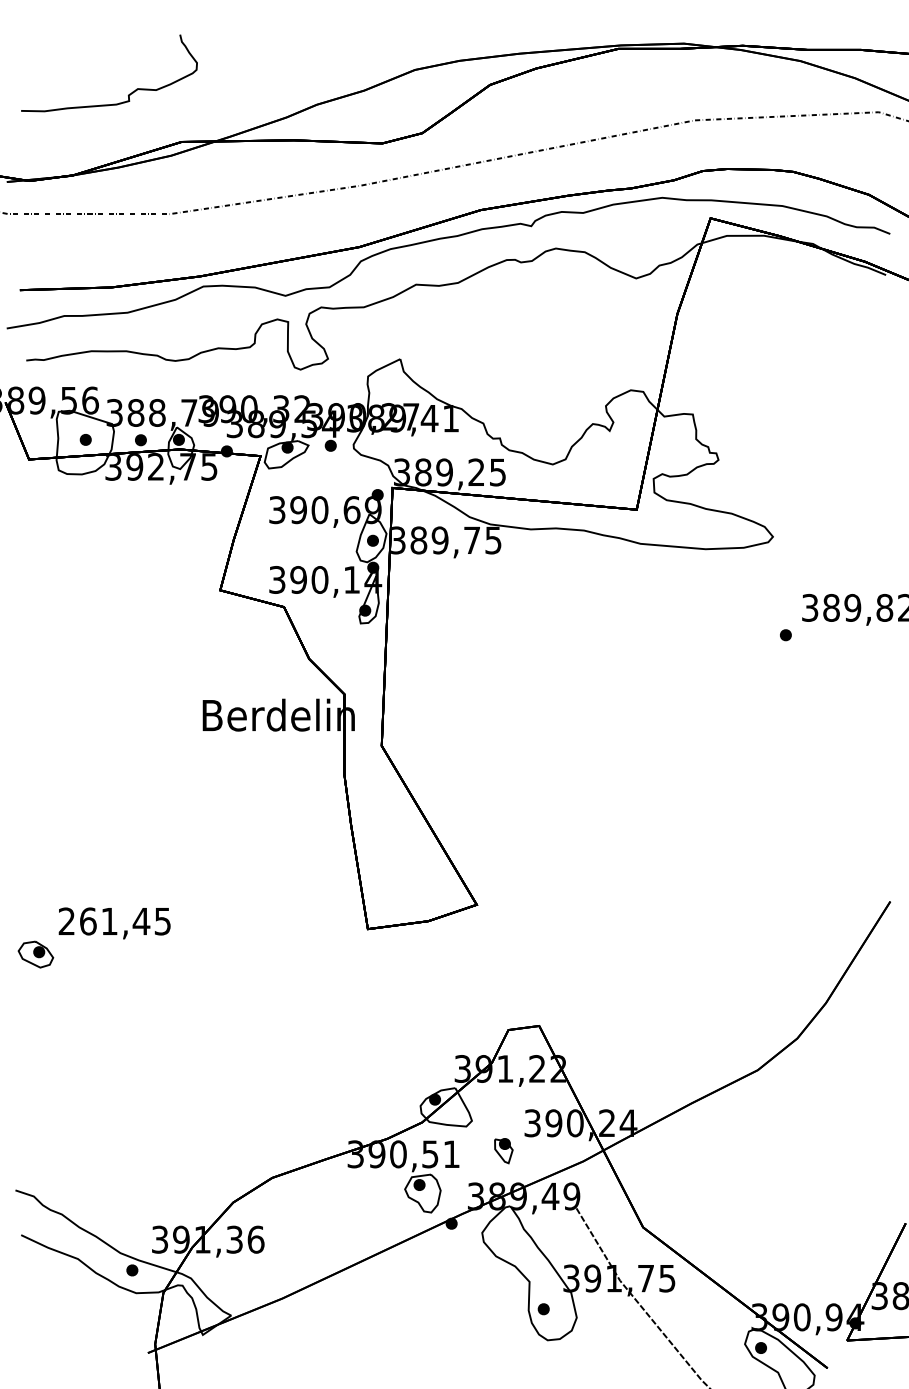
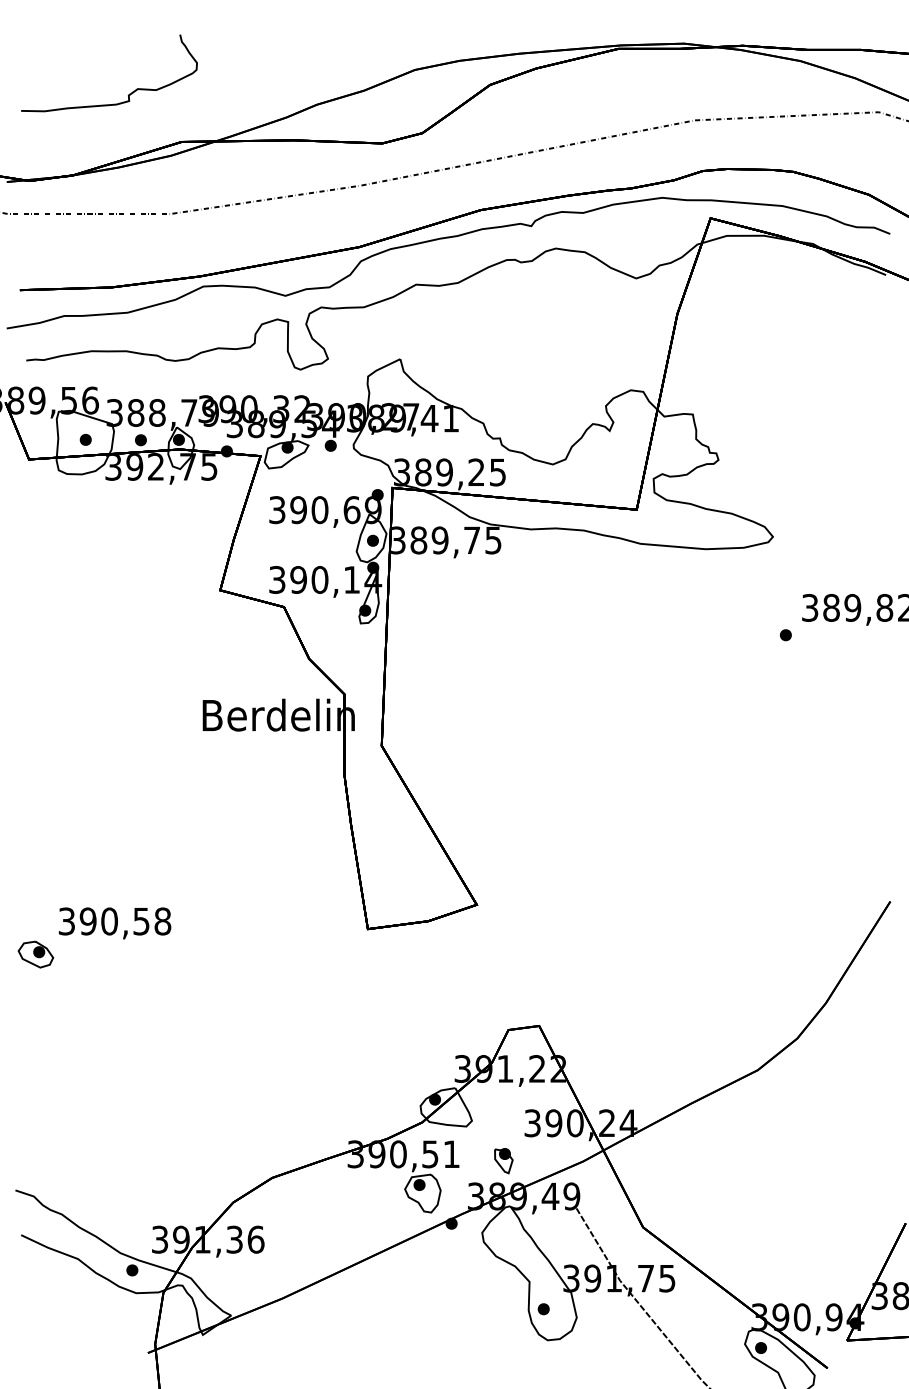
text at (114, 921): 261,45 -> 390,58
part at (503, 1151) position: (503, 1151) -> (503, 1161)
